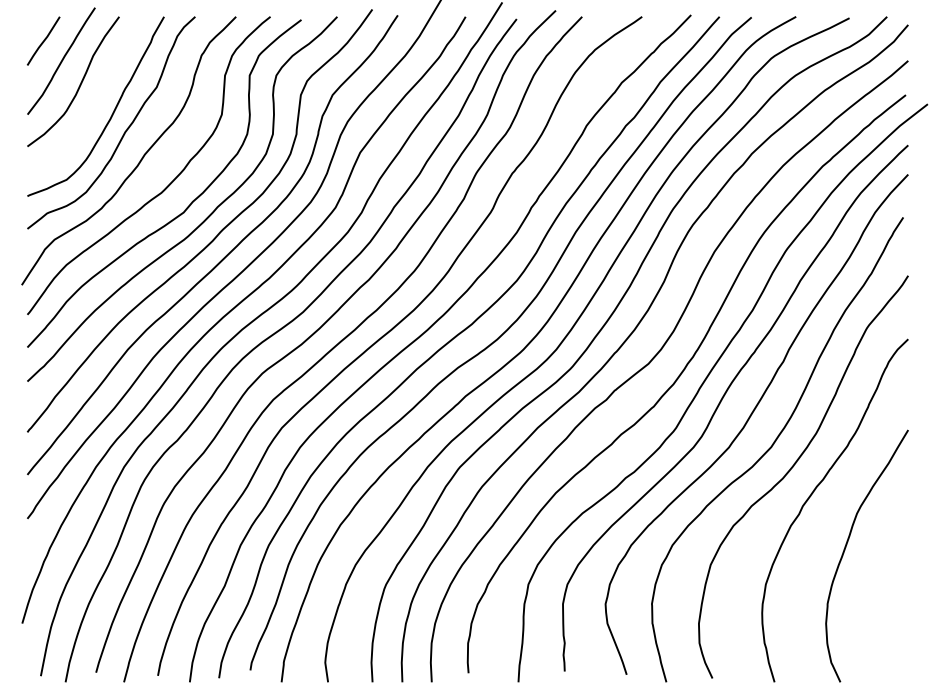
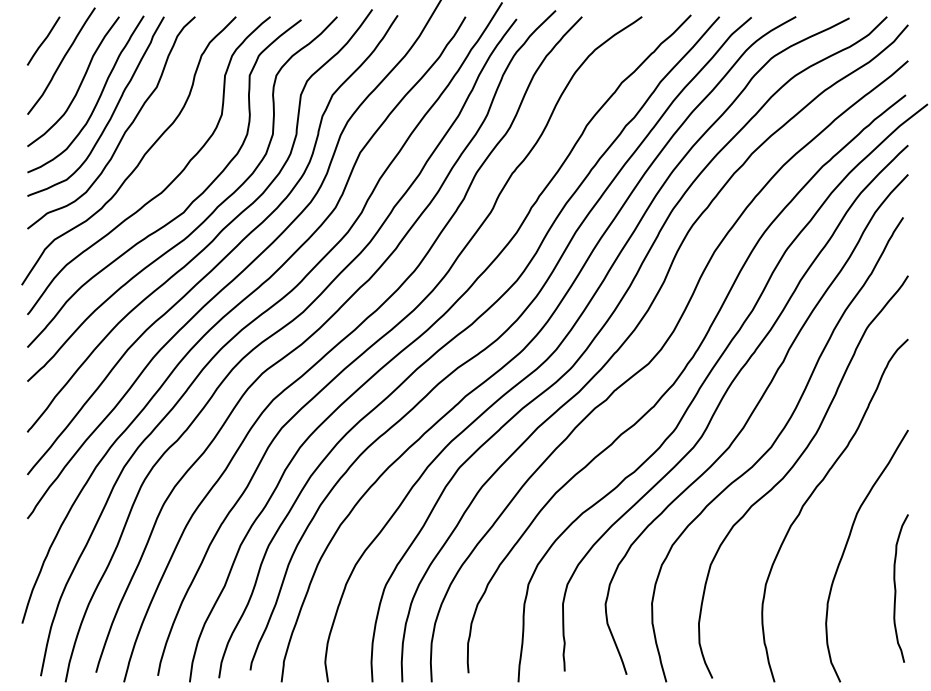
curve at (97, 99): none -> present
curve at (896, 588): none -> present
